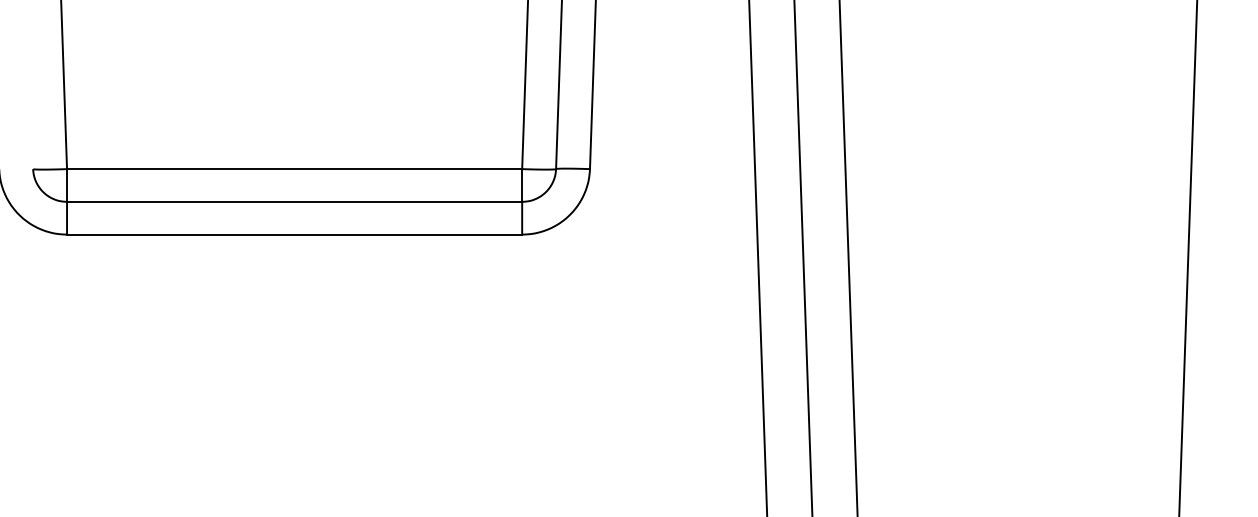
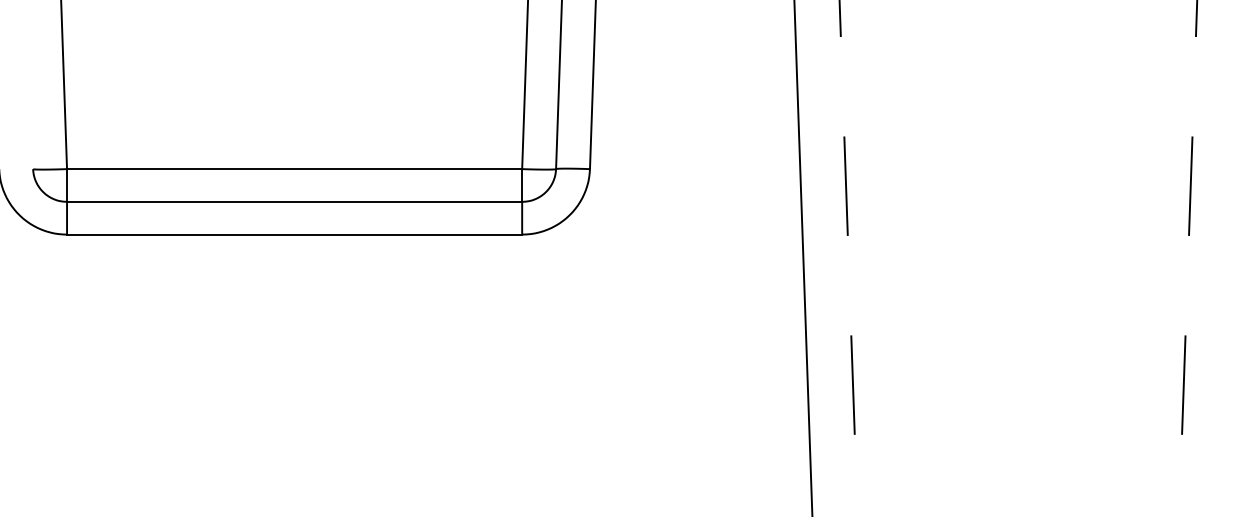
line at (758, 257): present -> none
line at (848, 259): solid -> dashed
line at (1188, 259): solid -> dashed
